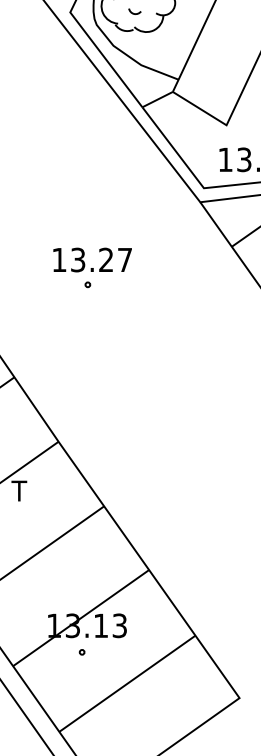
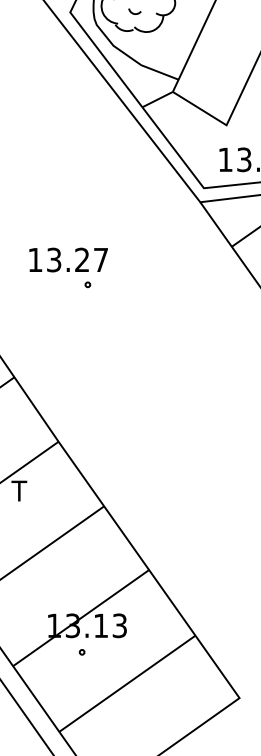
text at (92, 259) position: (92, 259) -> (68, 259)
